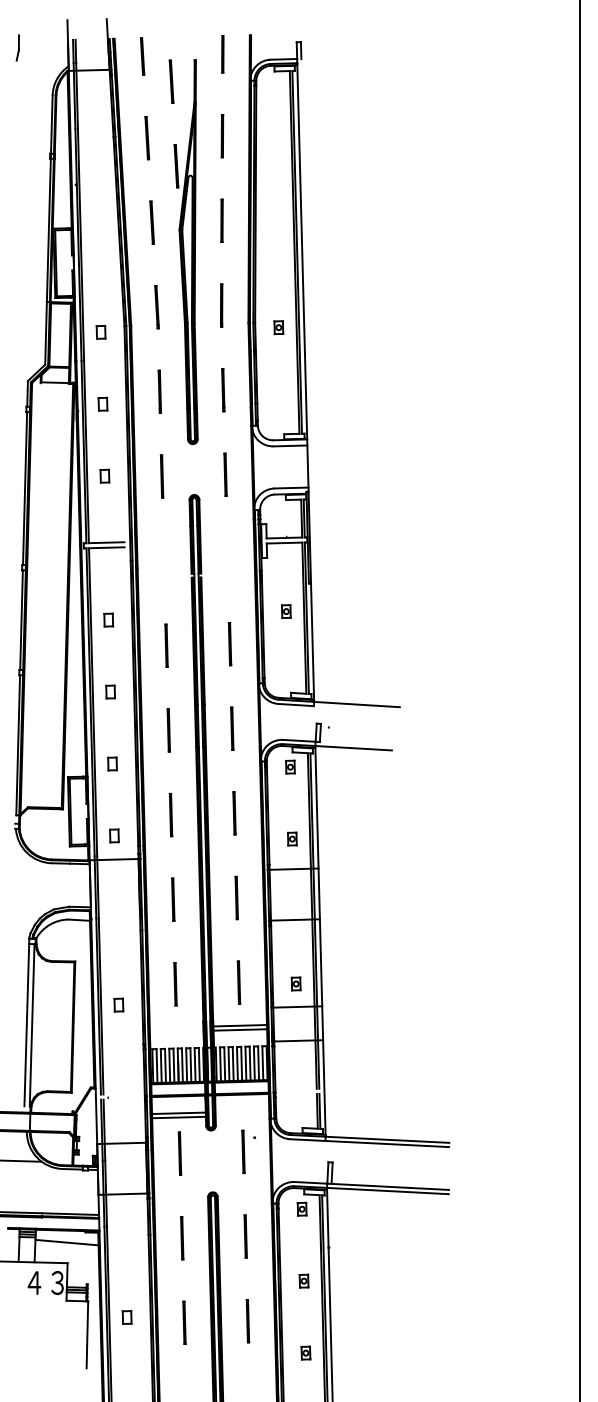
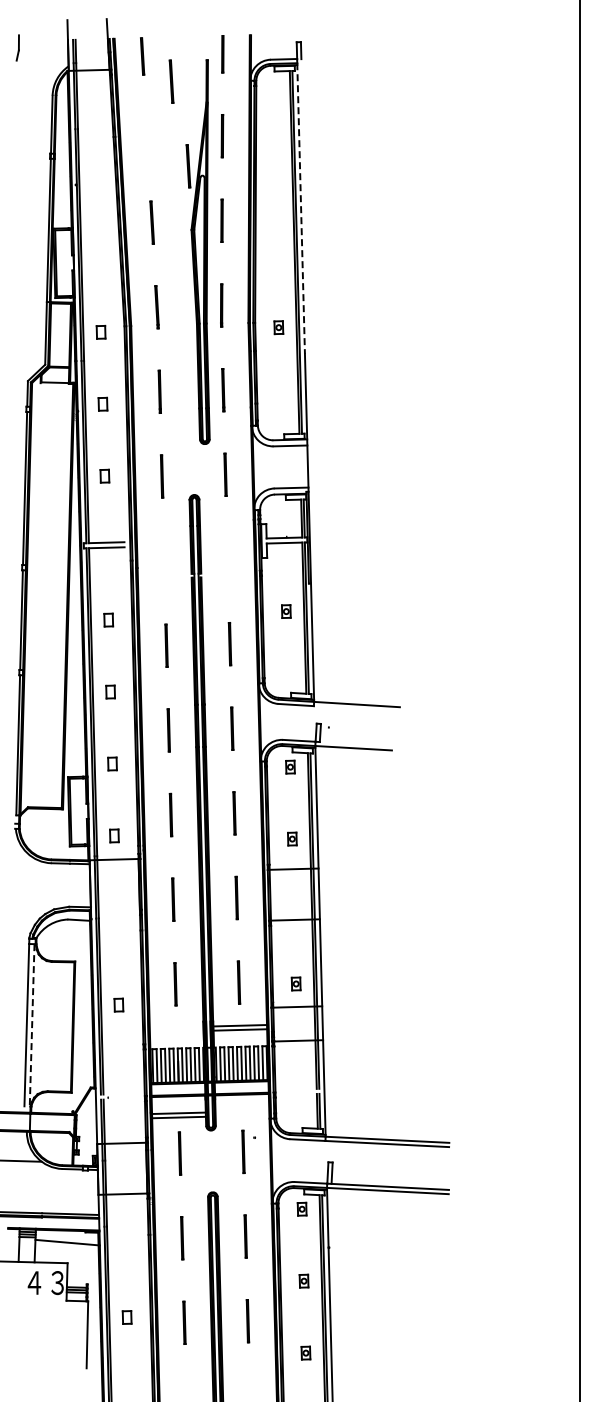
line at (147, 138): present -> none
line at (301, 209): solid -> dashed
part at (185, 251) position: (185, 251) -> (197, 251)
line at (32, 1025): solid -> dashed
